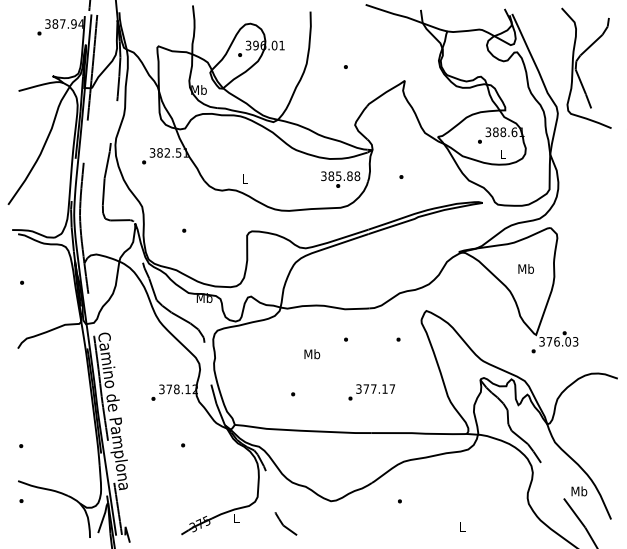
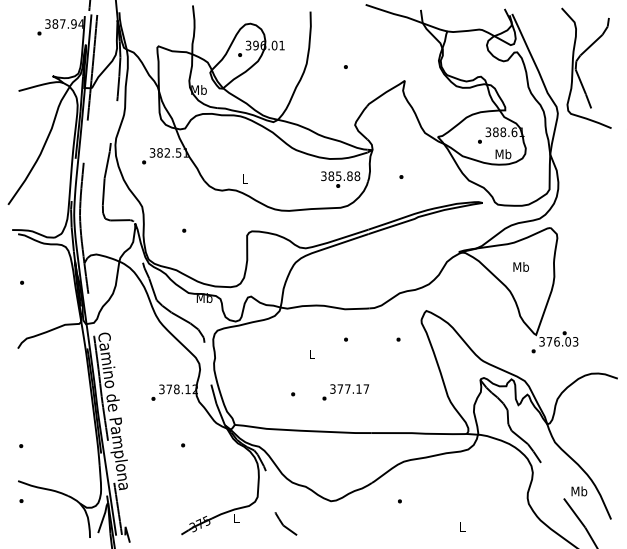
text at (503, 154): L -> Mb
text at (525, 268) position: (525, 268) -> (520, 266)
text at (312, 354): Mb -> L
text at (371, 392) position: (371, 392) -> (345, 392)
